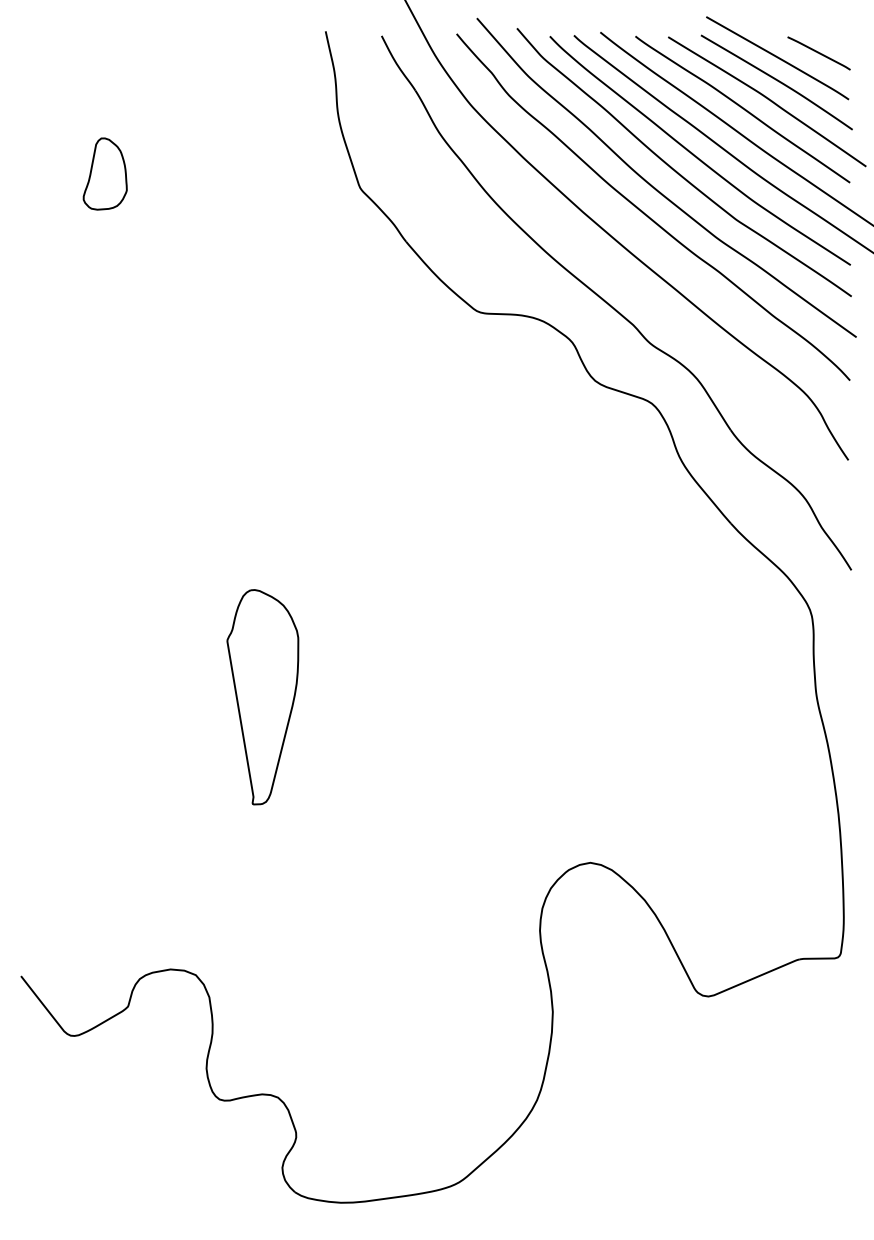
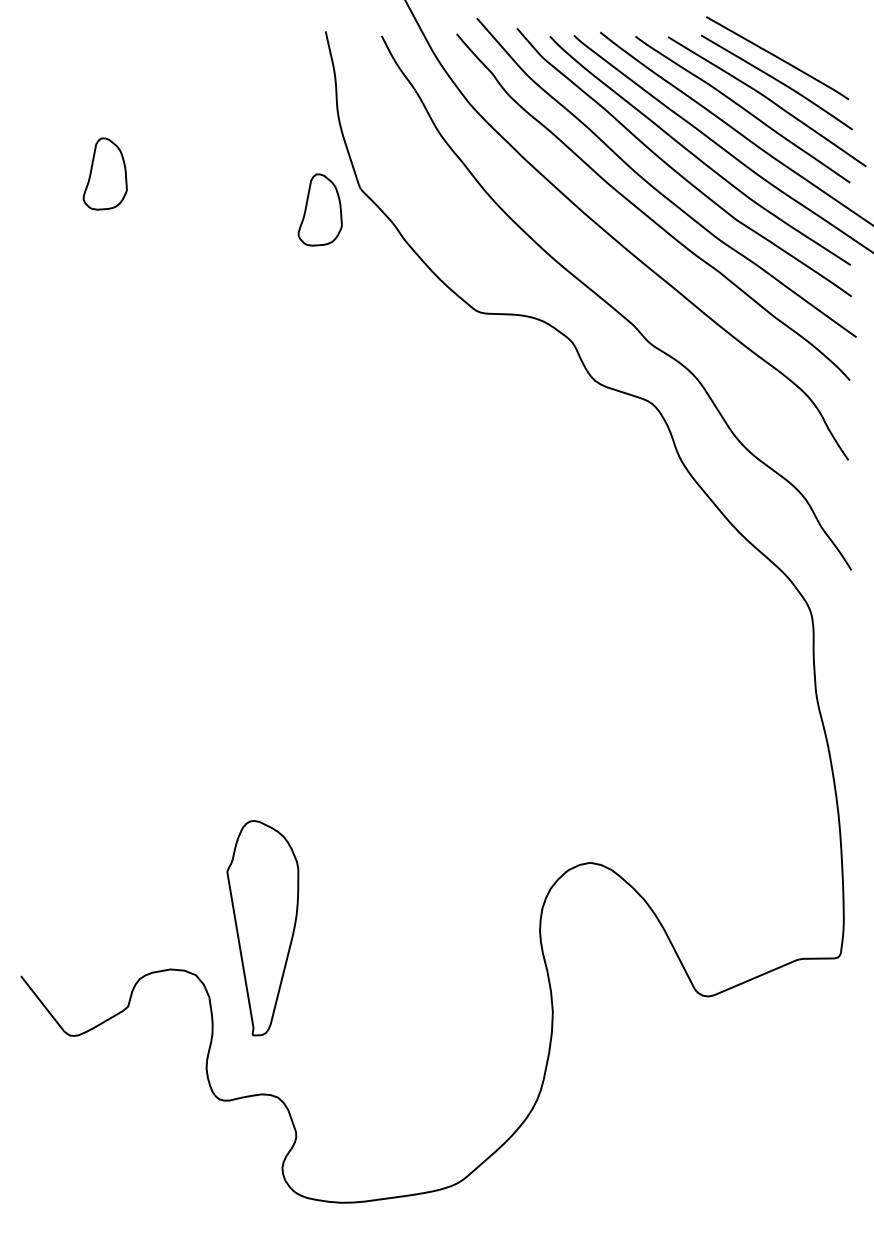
line at (818, 53): present -> none
part at (319, 209): none -> present
part at (262, 697) position: (262, 697) -> (262, 928)
